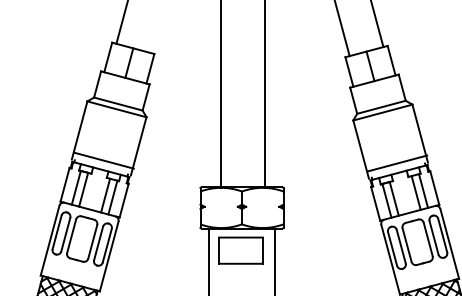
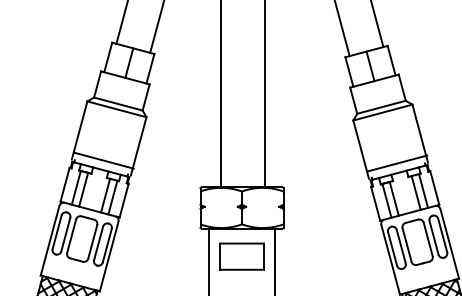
line at (156, 27): none -> present
part at (240, 250) position: (240, 250) -> (241, 256)
